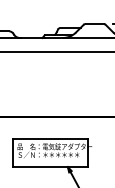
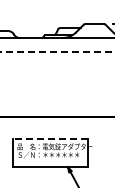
line at (57, 51): solid -> dashed
line at (49, 139): solid -> dashed
